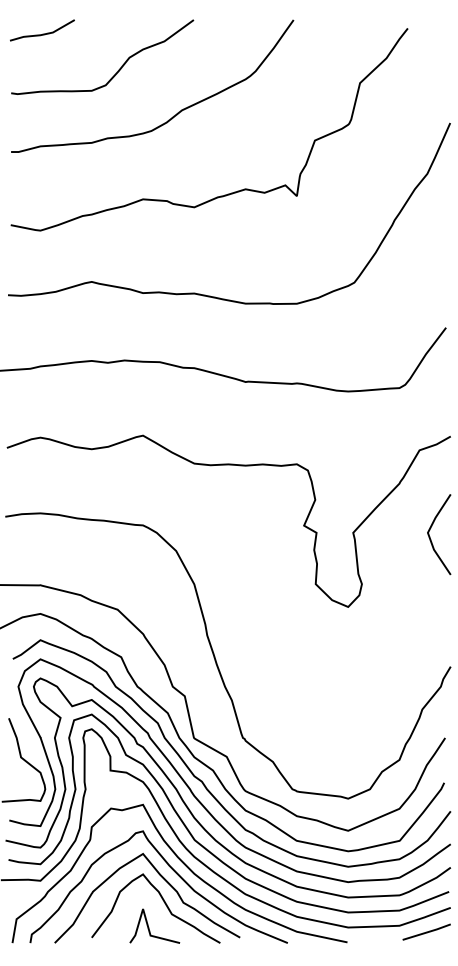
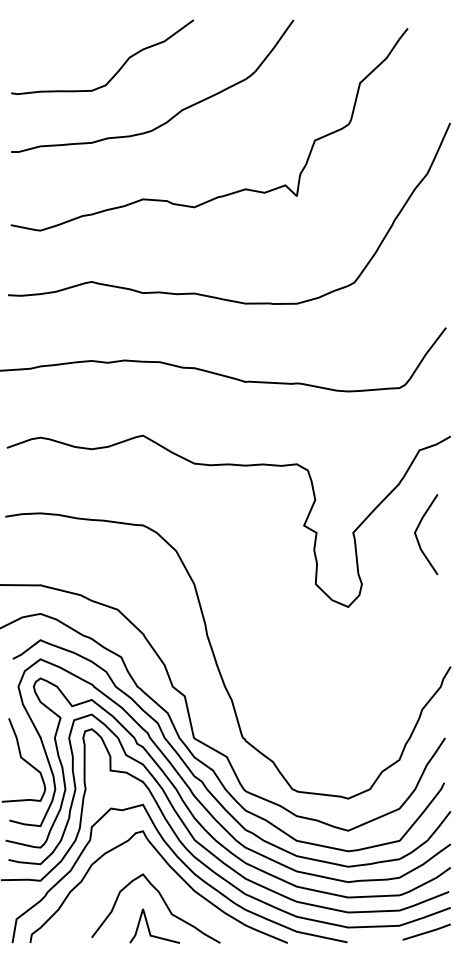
line at (42, 33): present -> none
line at (430, 536) position: (430, 536) -> (417, 536)
curve at (164, 880): present -> none
